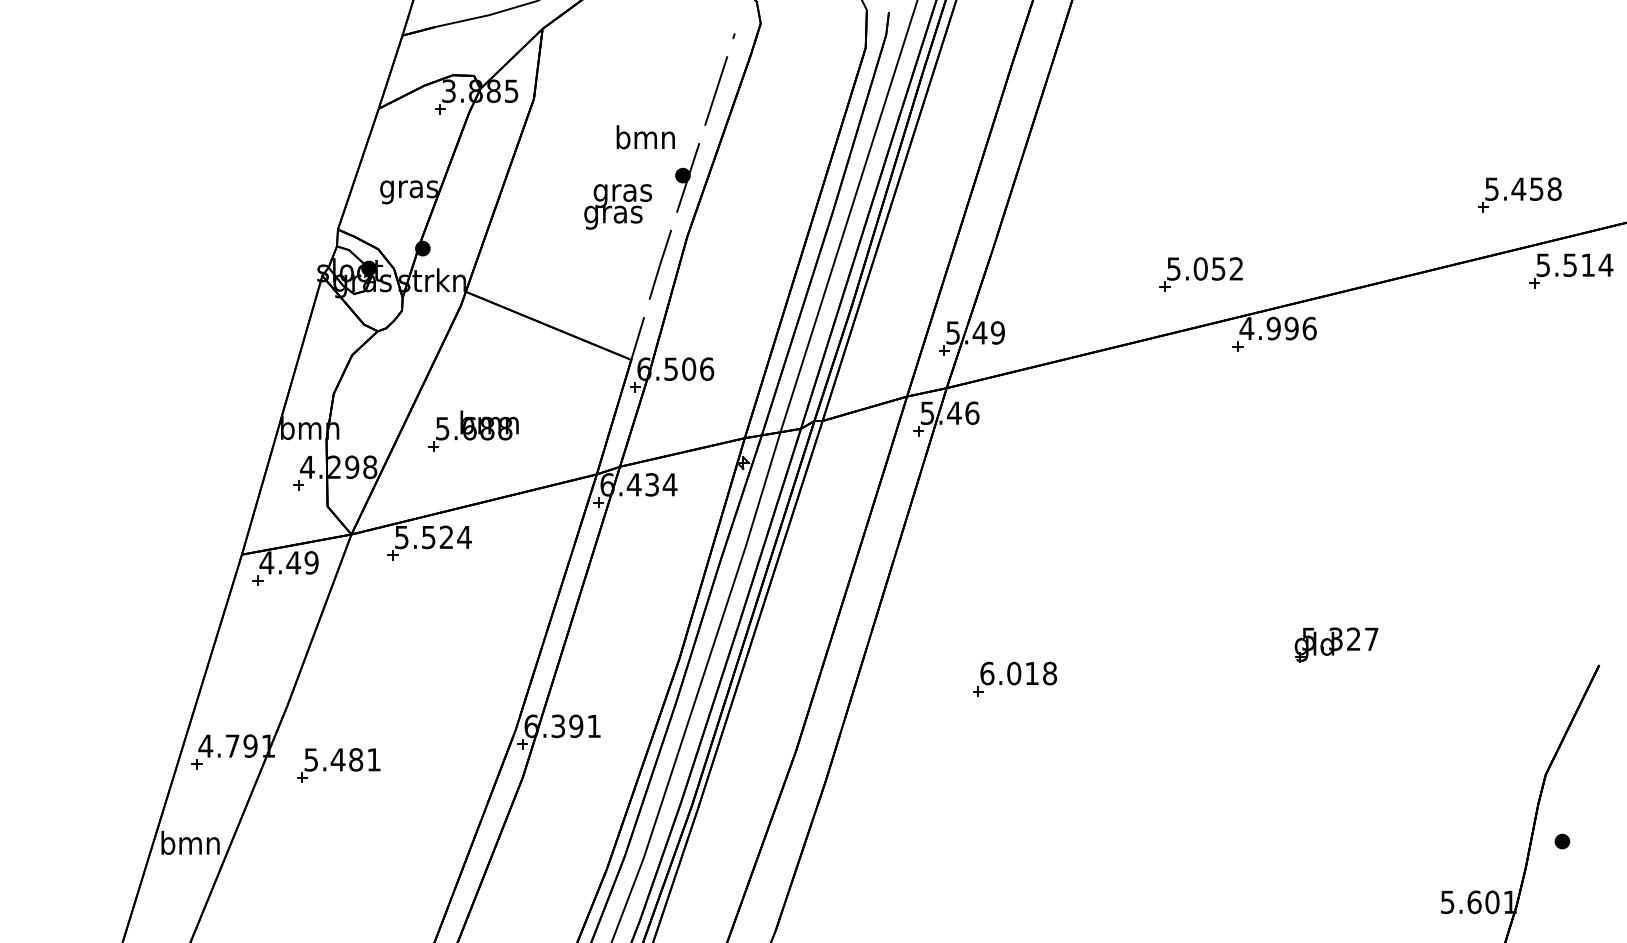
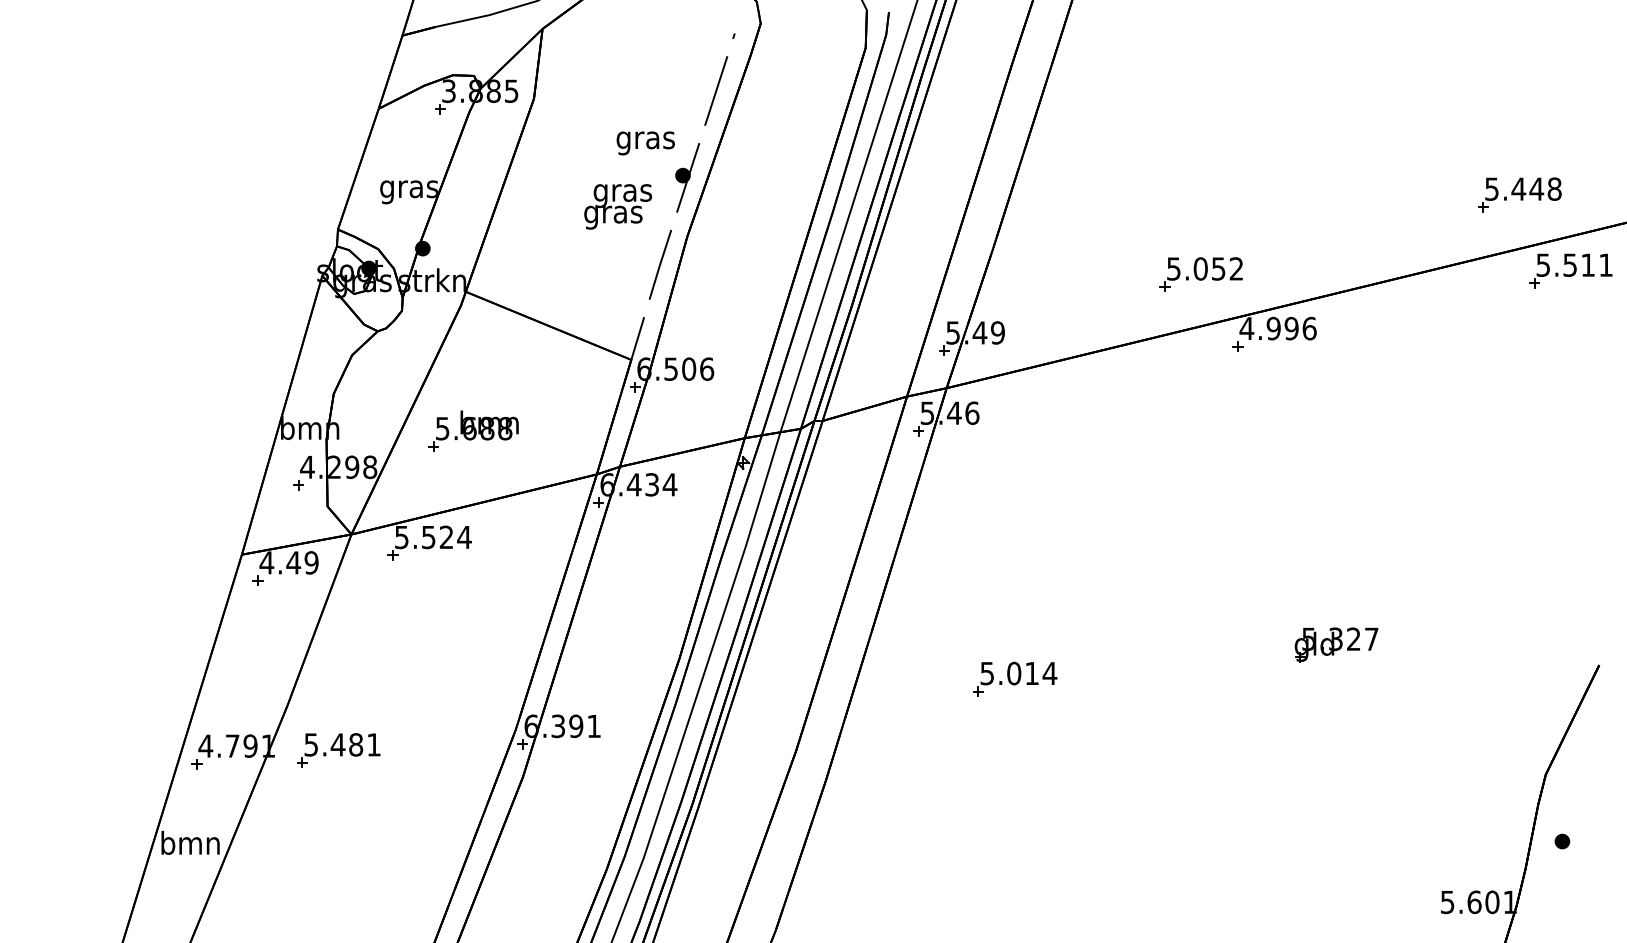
text at (645, 140): bmn -> gras
text at (1536, 188): 5.458 -> 5.448
text at (1605, 264): 5.514 -> 5.511
text at (1018, 673): 6.018 -> 5.014
part at (338, 765) position: (338, 765) -> (338, 750)
